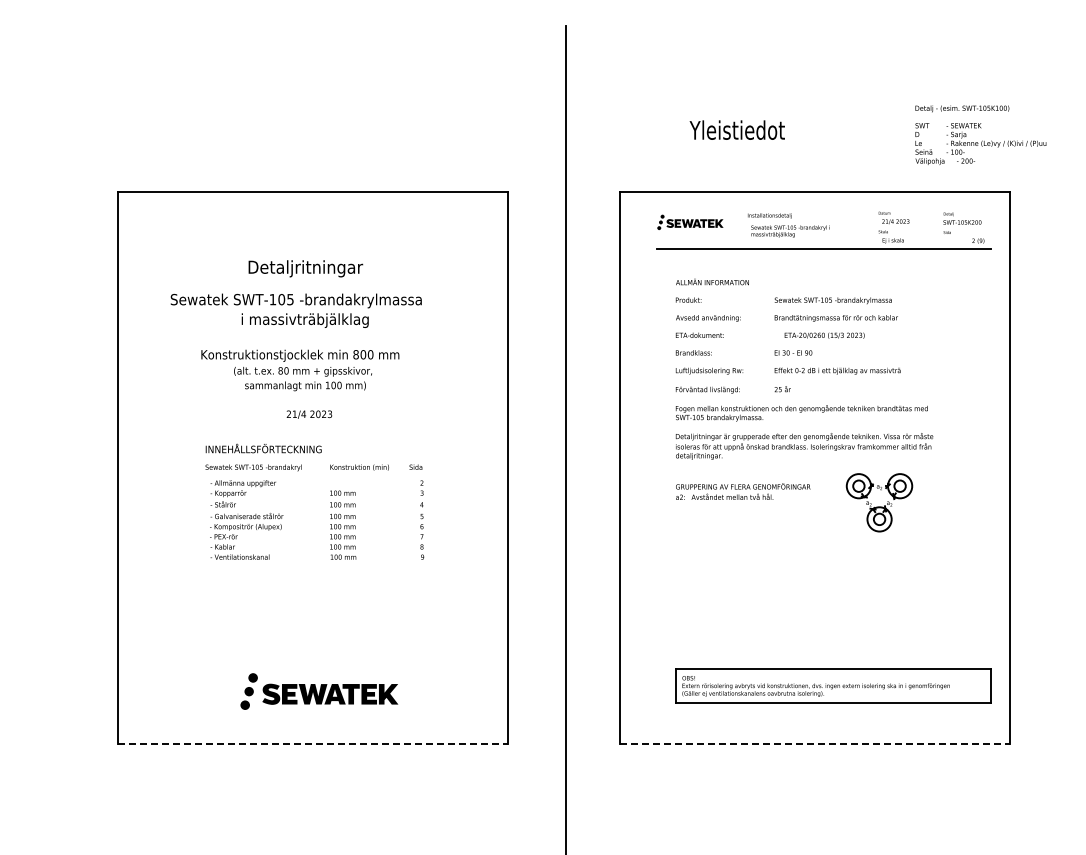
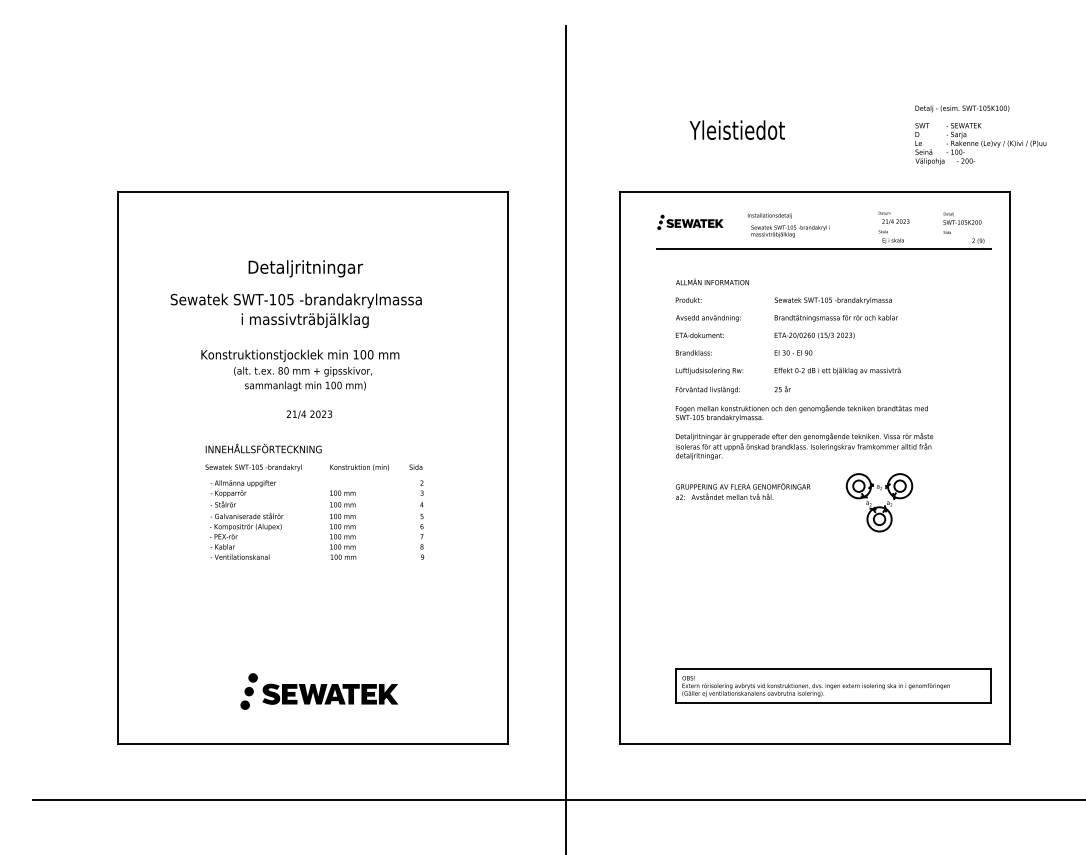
text at (824, 335) position: (824, 335) -> (814, 335)
text at (355, 354): 800 -> 100
line at (313, 744): dashed -> solid
line at (815, 744): dashed -> solid
line at (557, 800): none -> present
